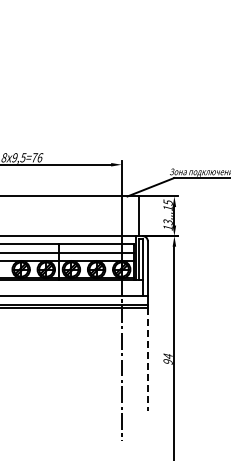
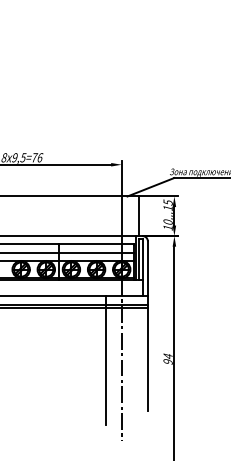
text at (167, 222): 13...15 -> 10...15
line at (105, 359): none -> present
line at (147, 359): dashed -> solid
